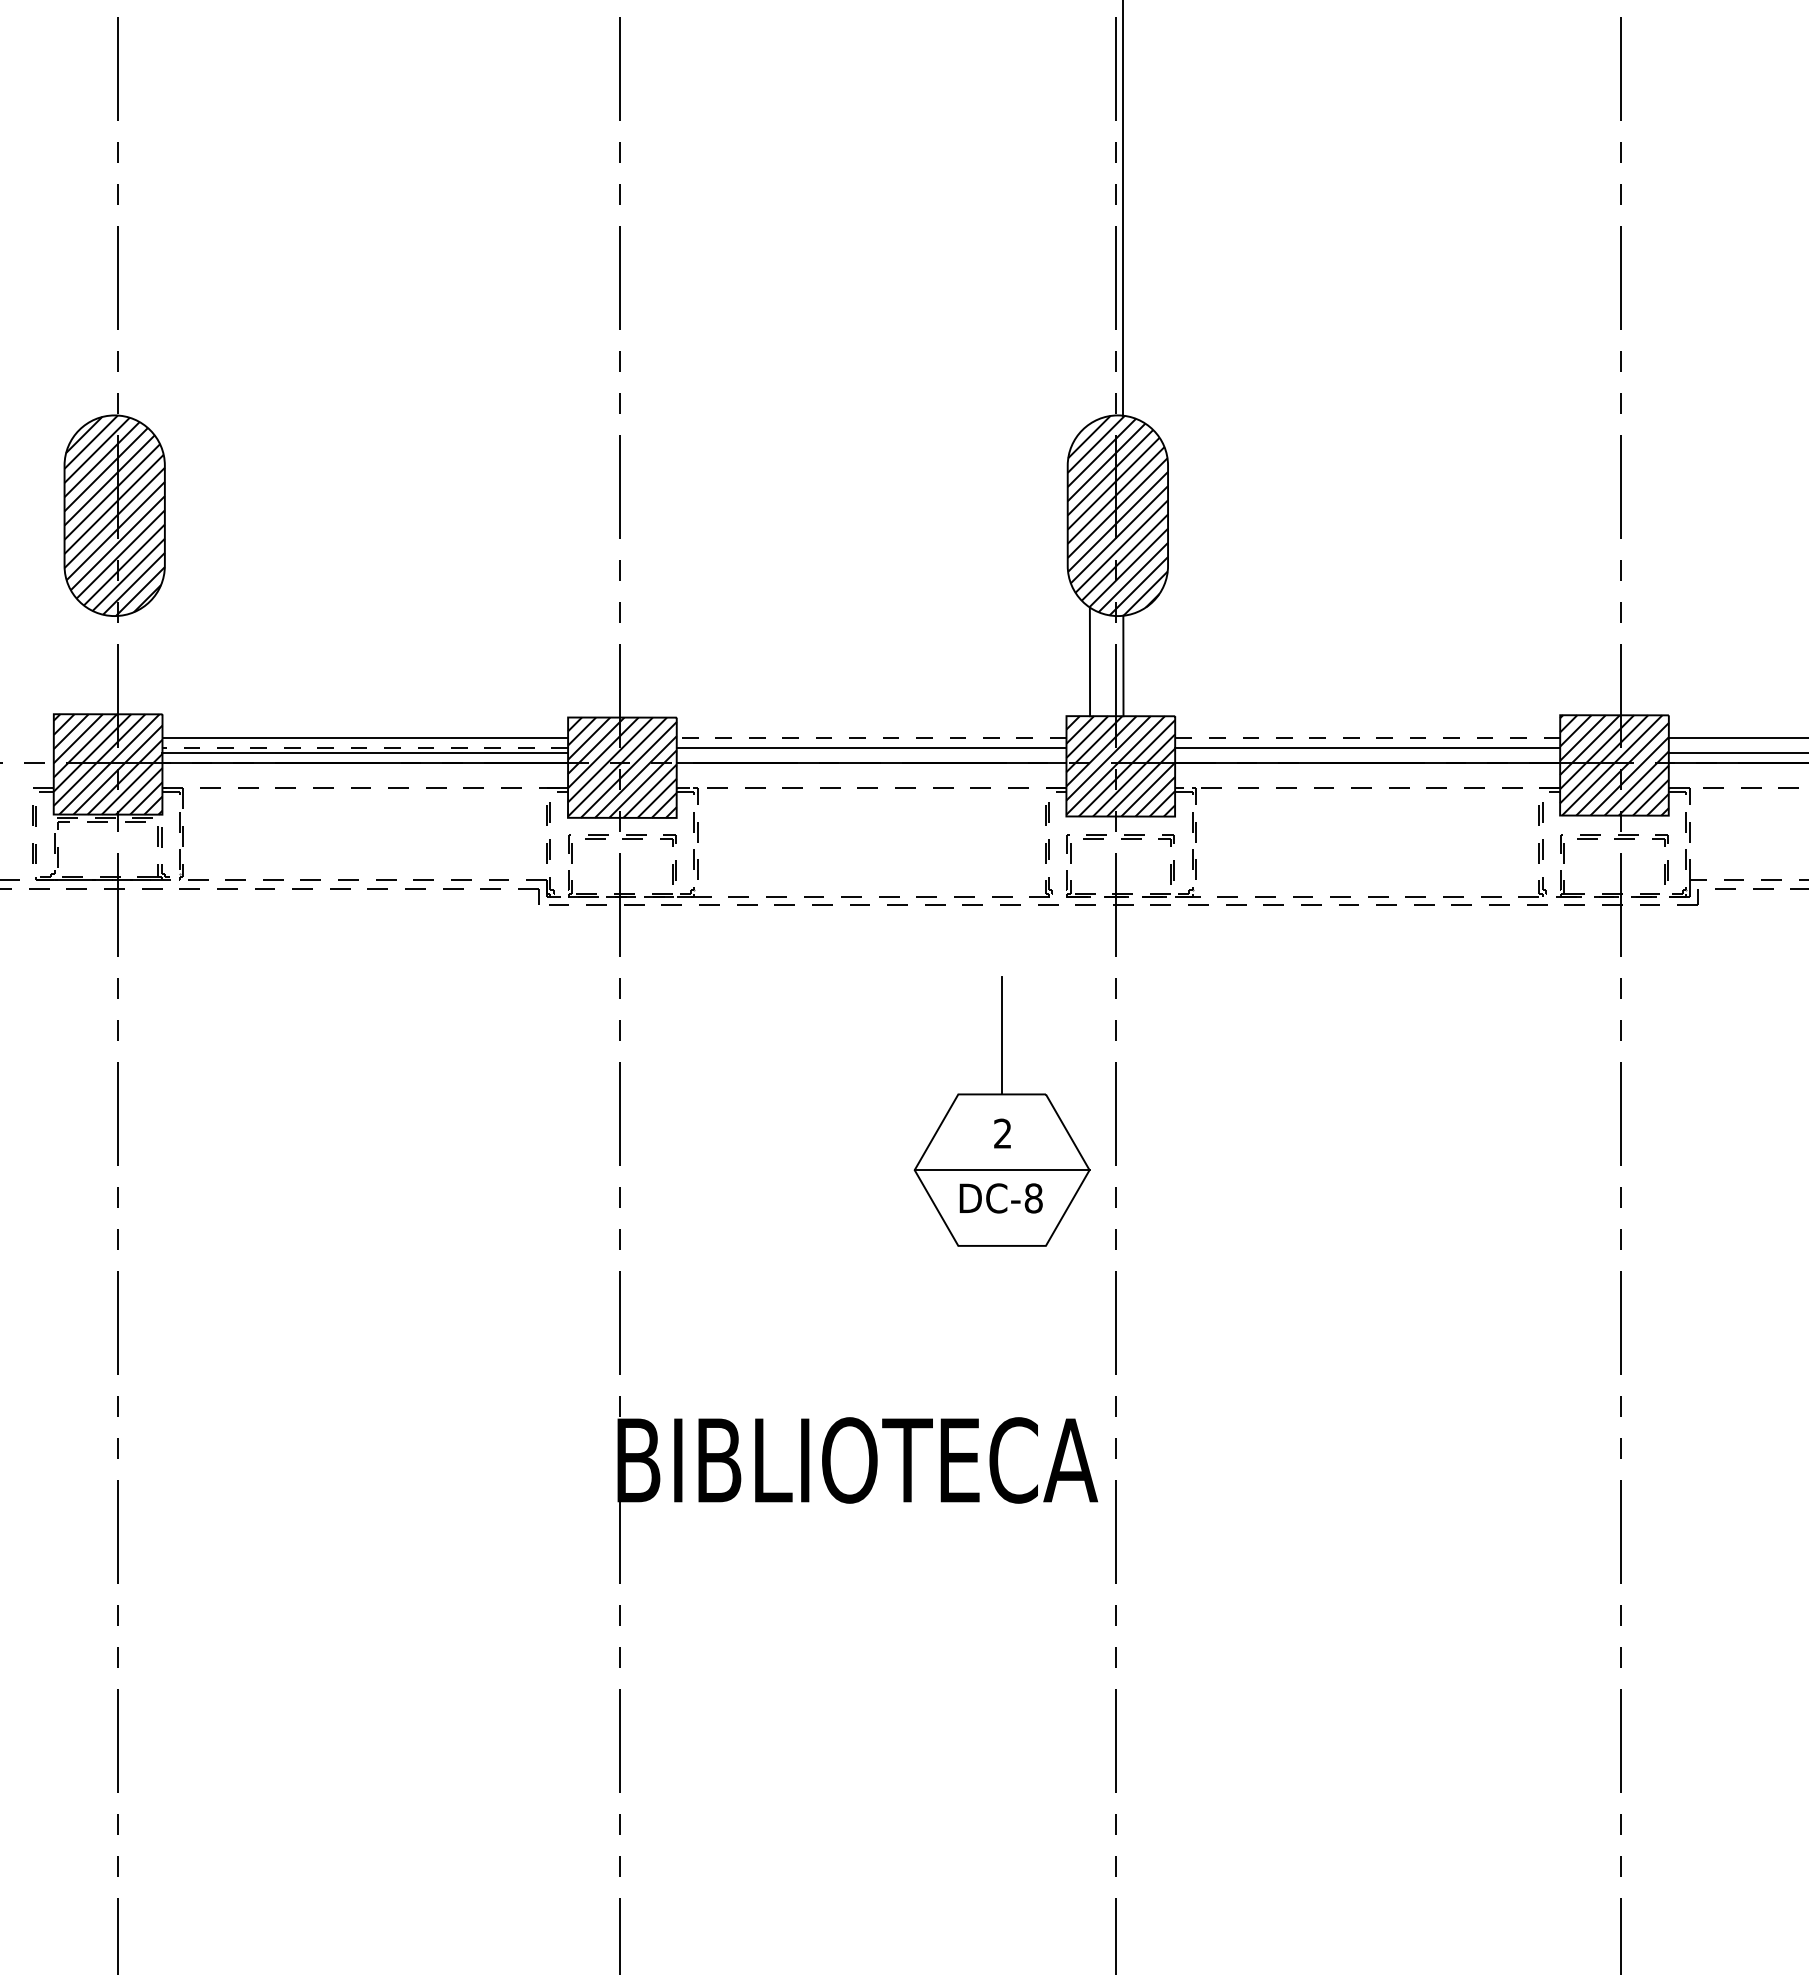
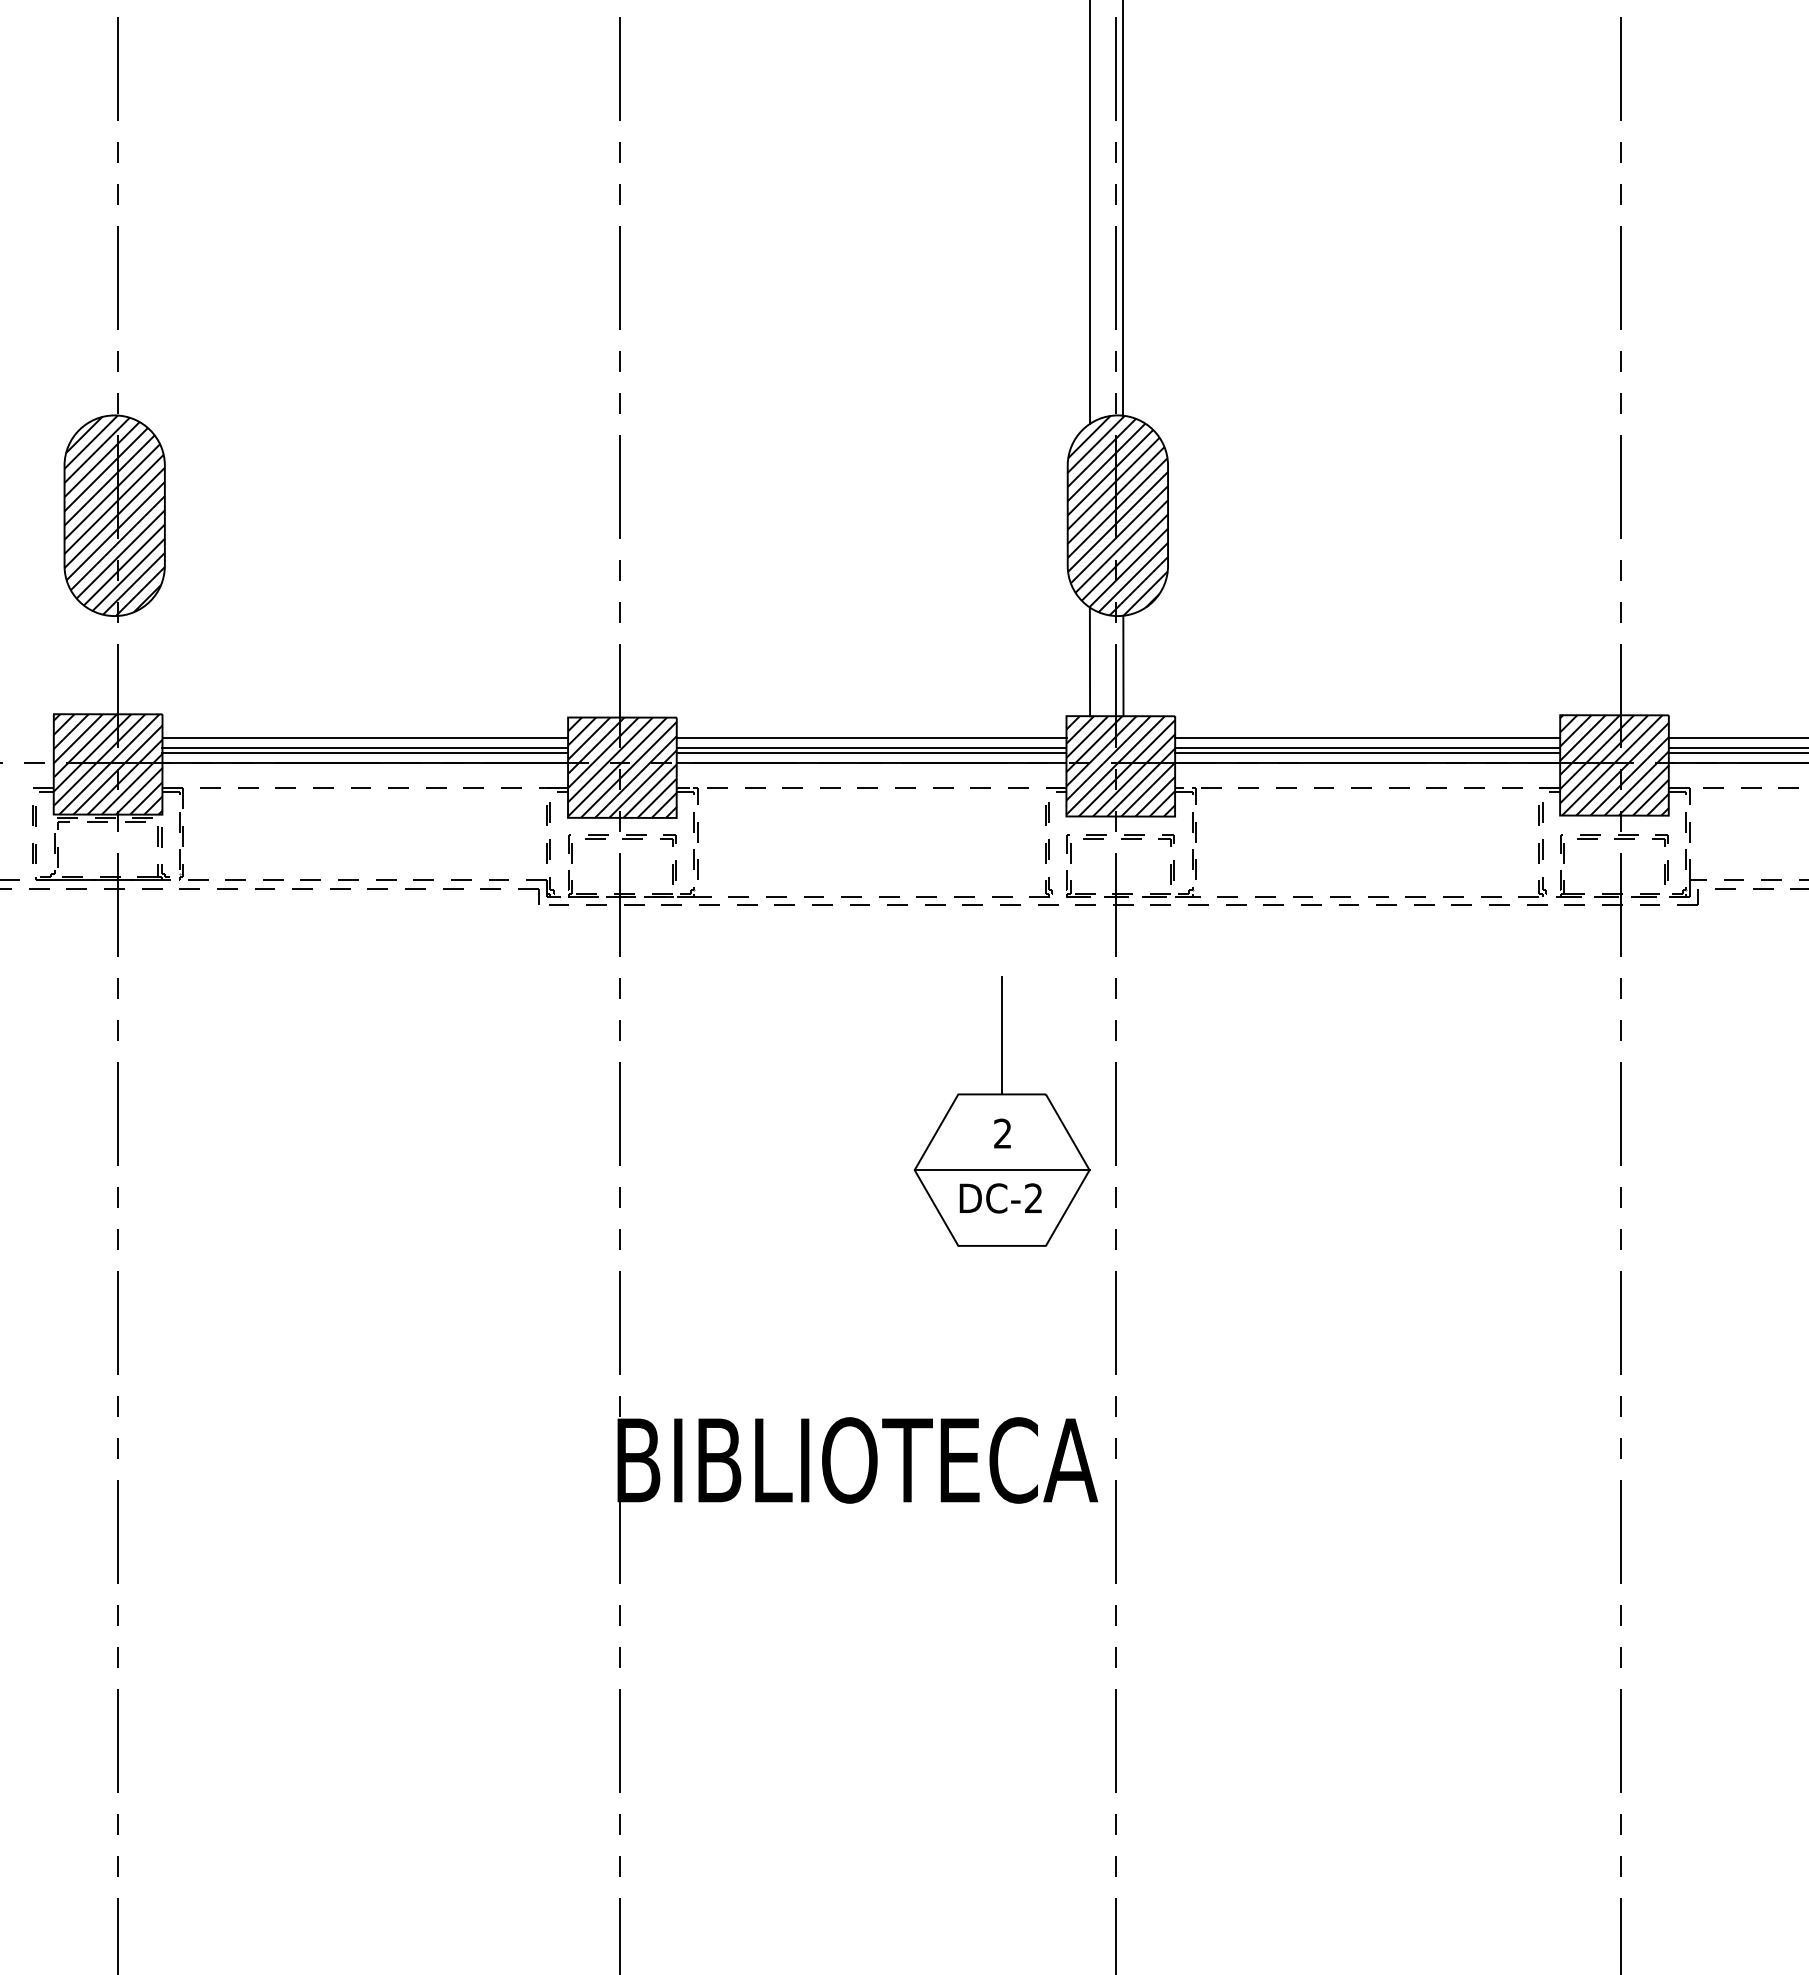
line at (1089, 213): none -> present
line at (871, 738): dashed -> solid
line at (1367, 738): dashed -> solid
line at (365, 748): dashed -> solid
line at (1736, 748): none -> present
line at (871, 753): none -> present
line at (1367, 753): none -> present
text at (1033, 1198): DC-8 -> DC-2
